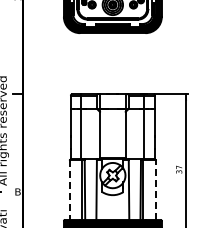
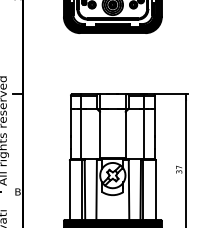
line at (70, 189): dashed -> solid
line at (155, 189): dashed -> solid
